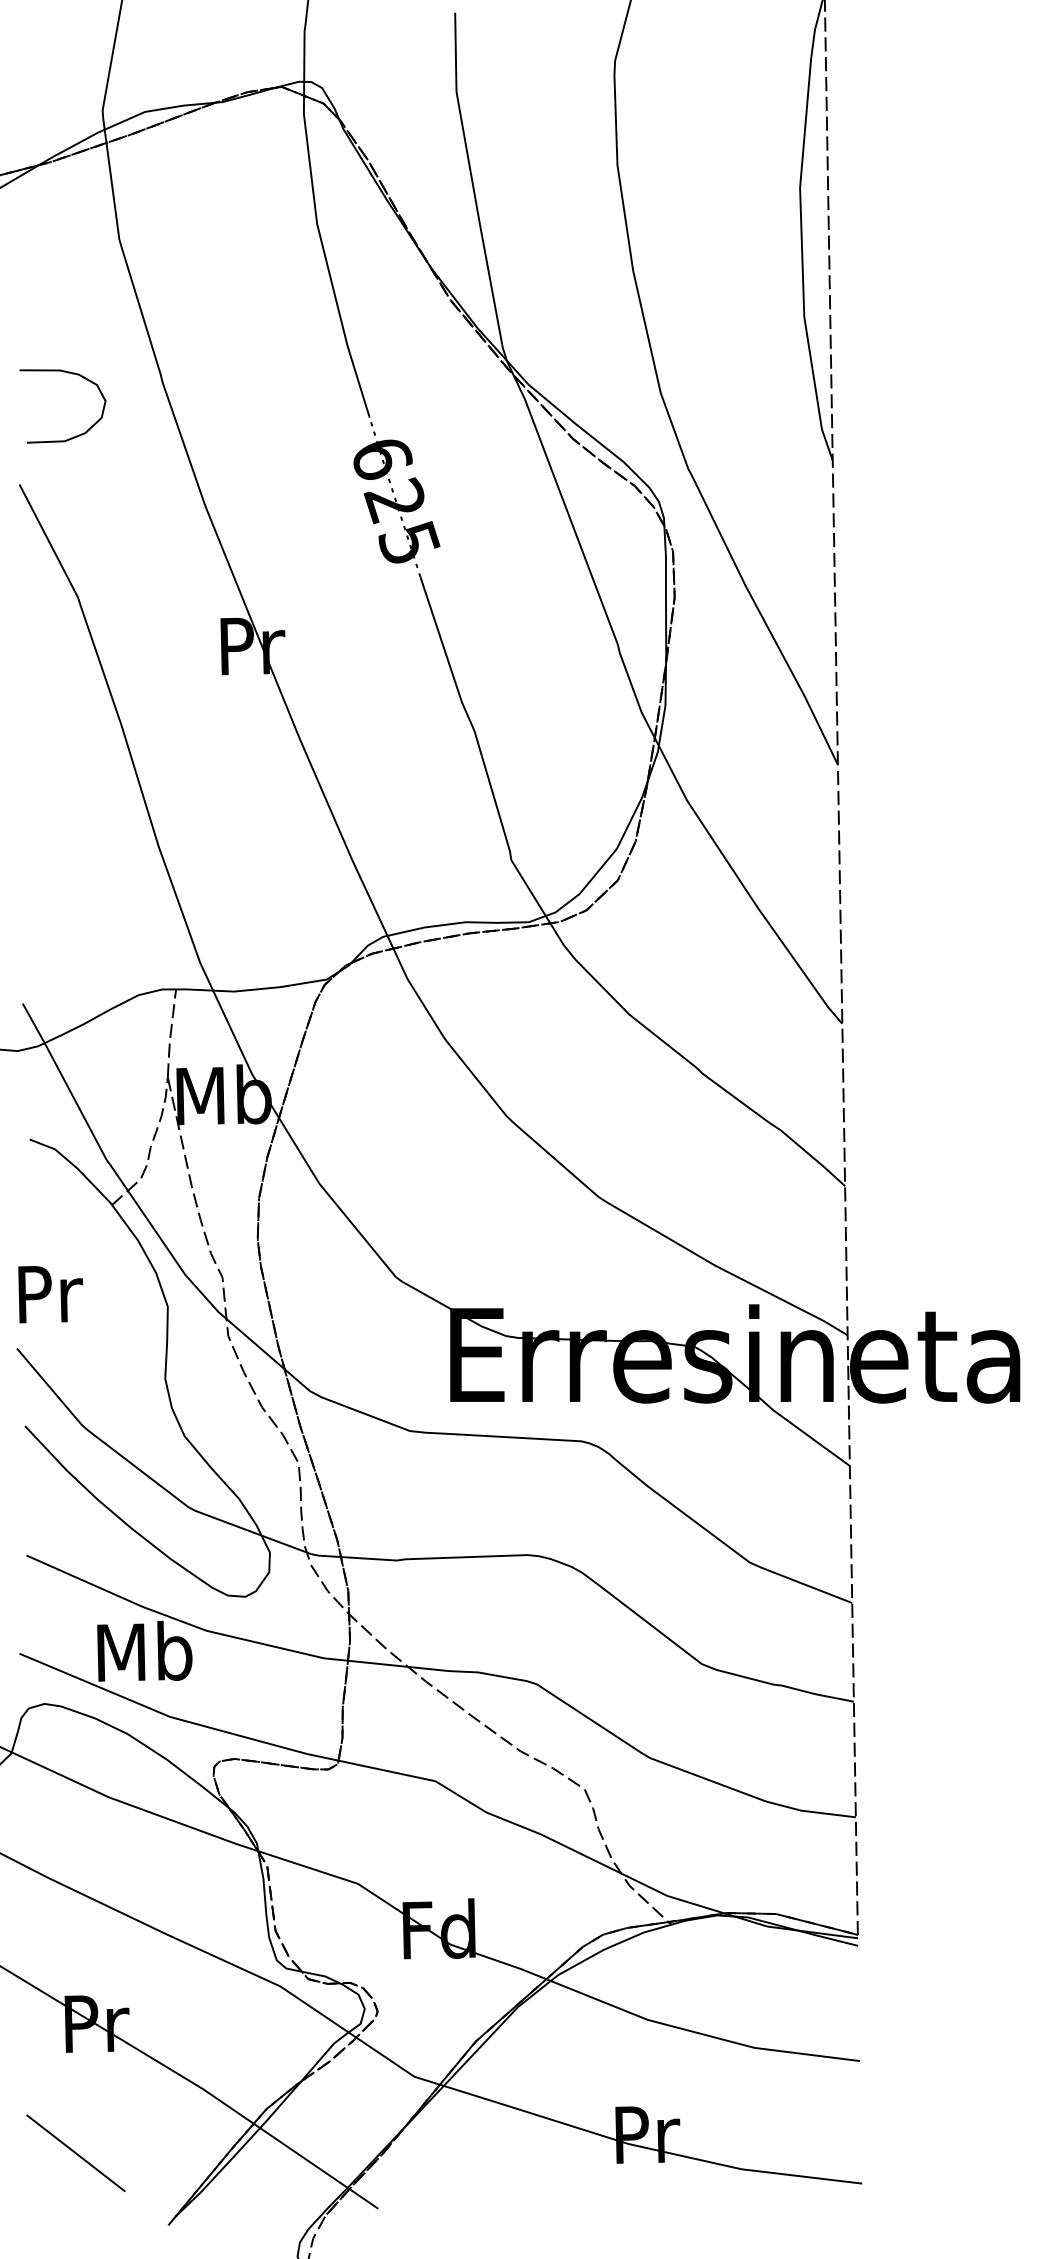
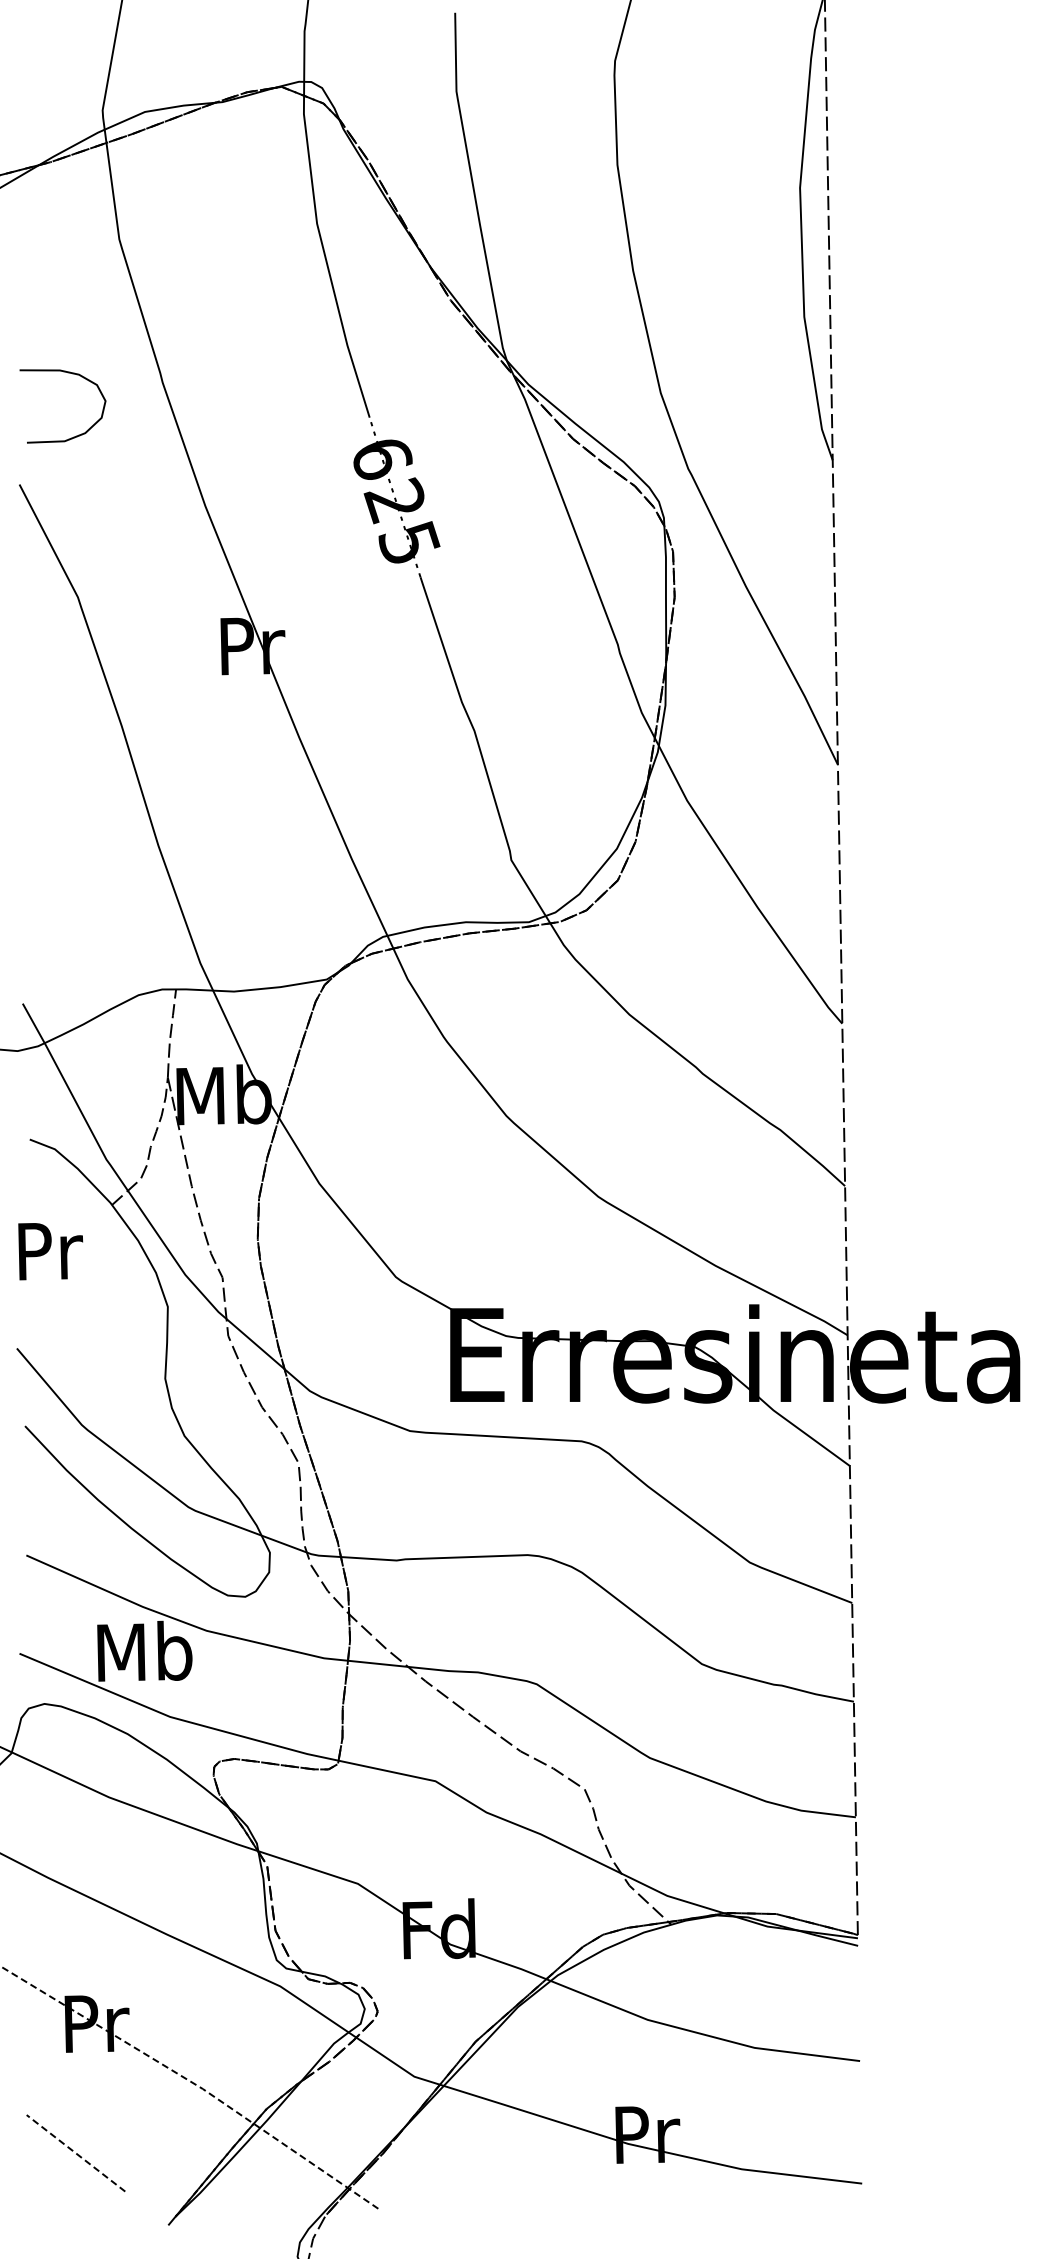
text at (50, 1294) position: (50, 1294) -> (50, 1251)
line at (192, 2082): solid -> dashed
line at (75, 2153): solid -> dashed
